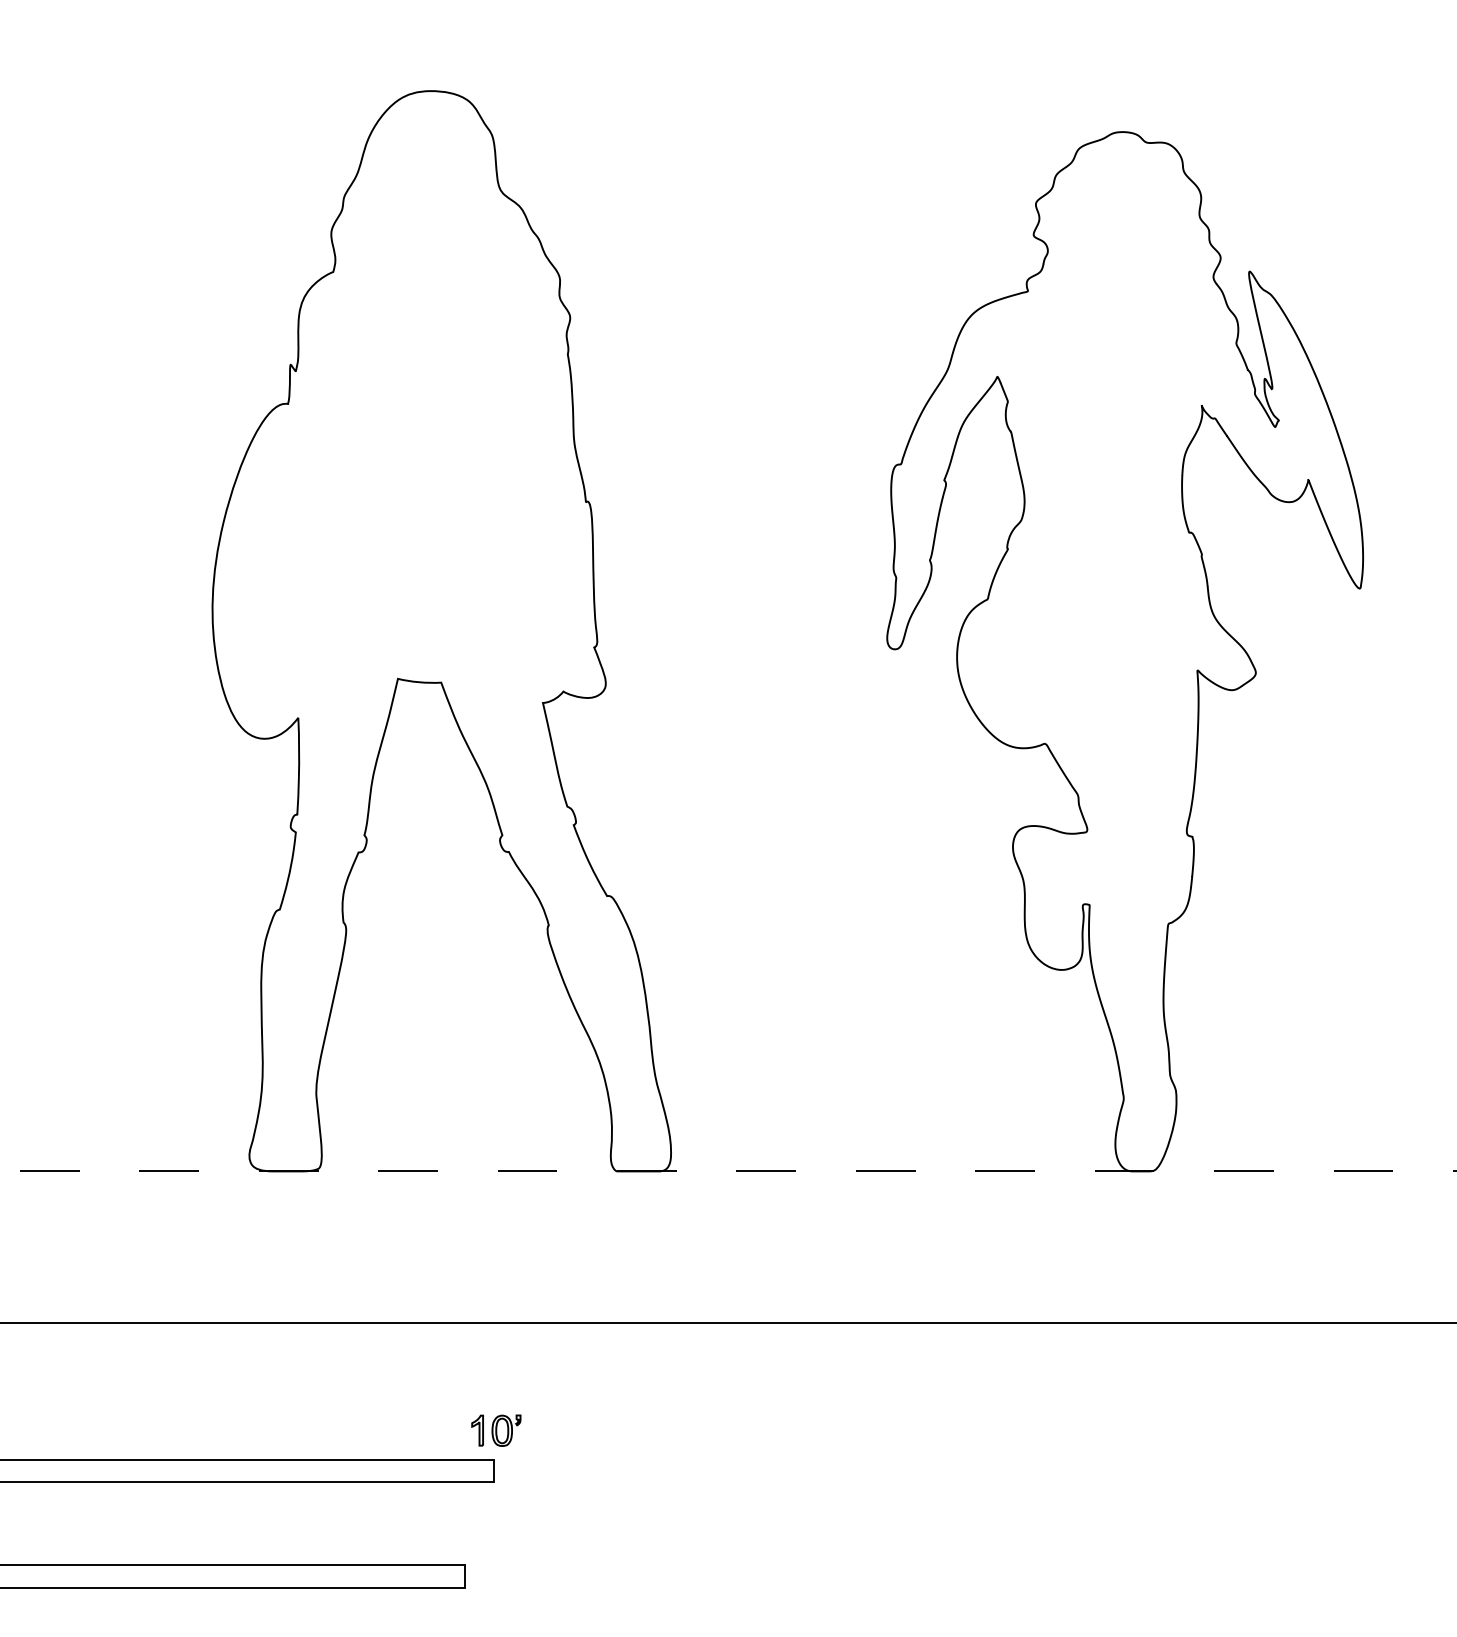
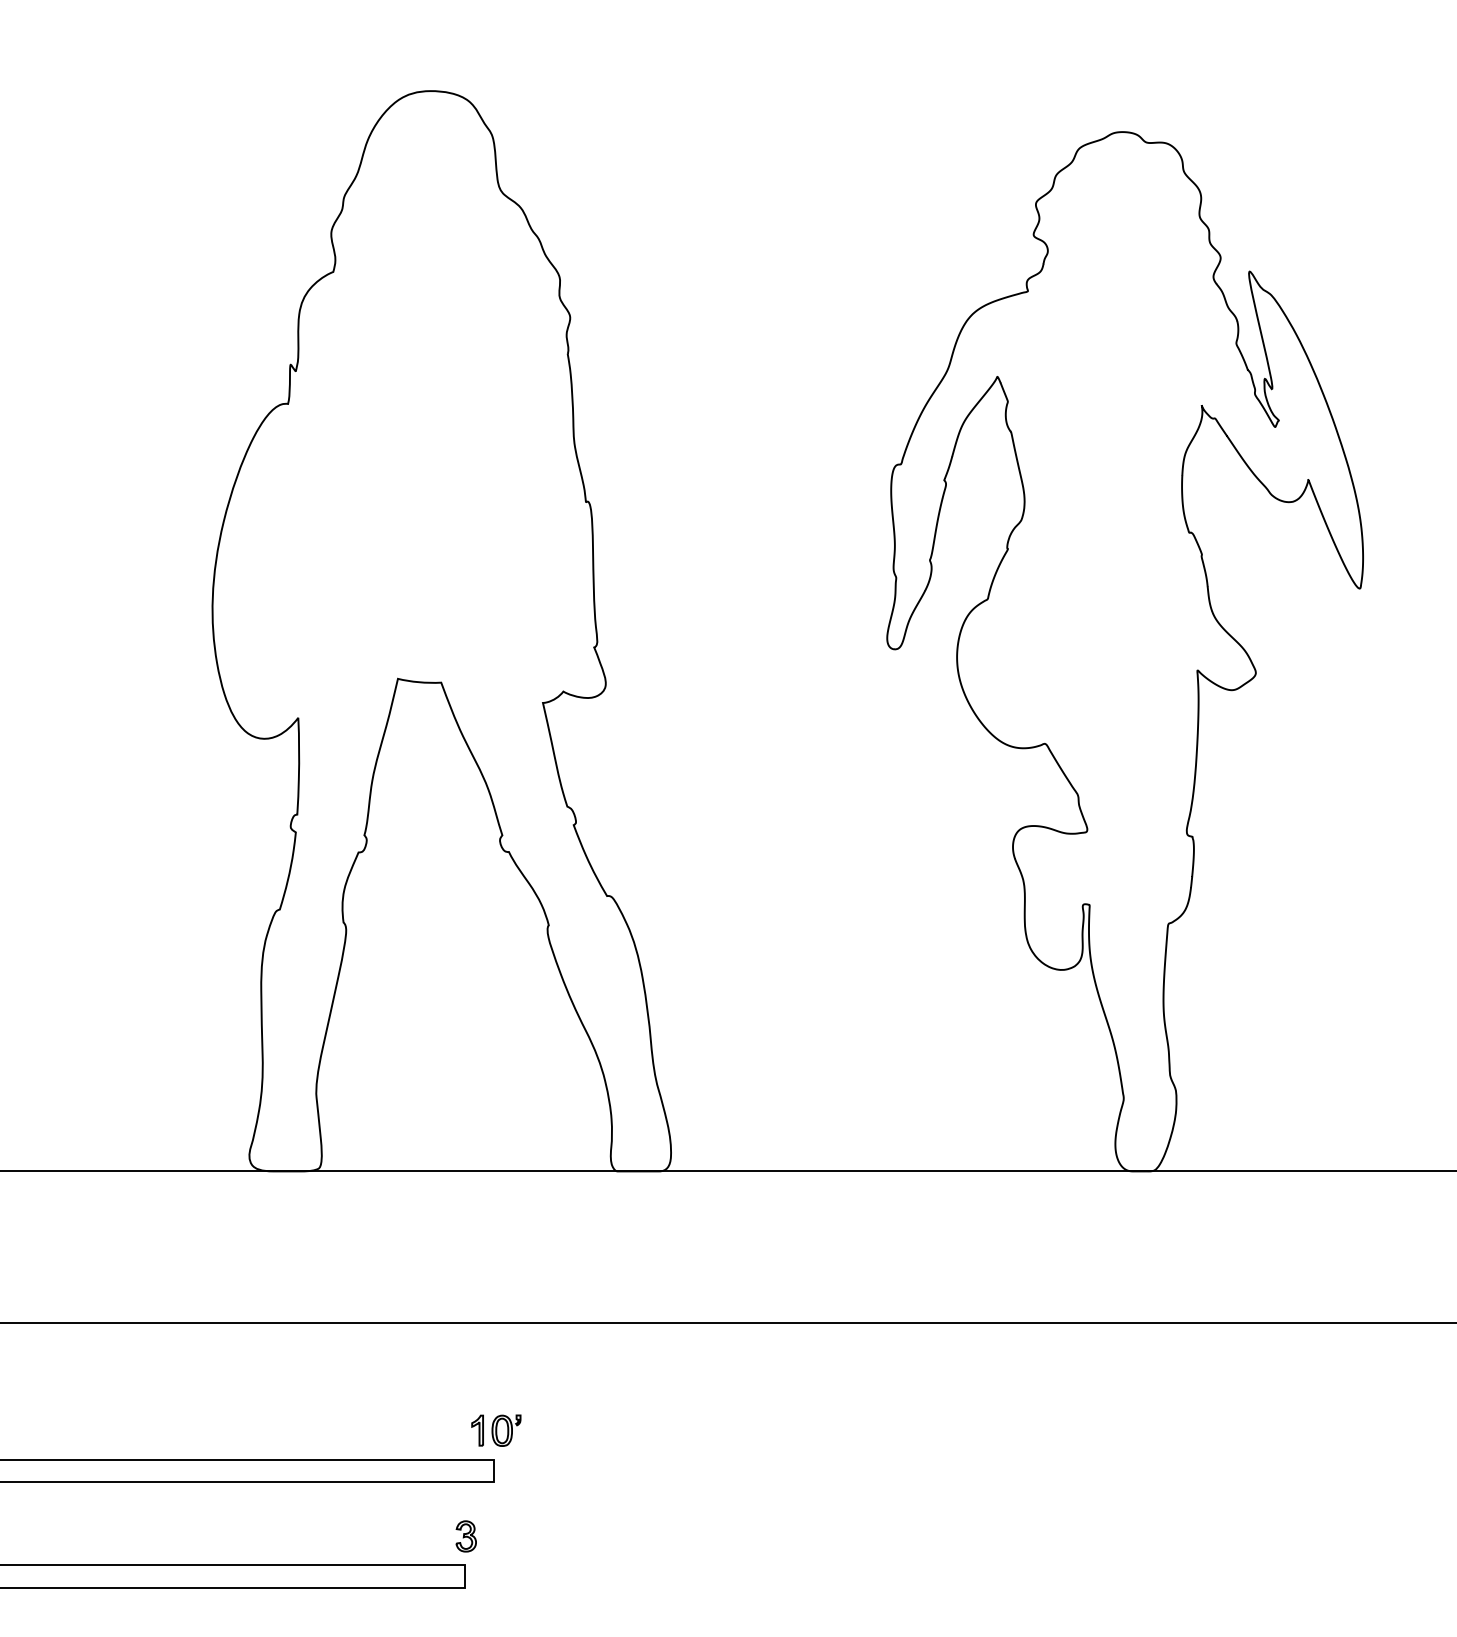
line at (728, 1171): dashed -> solid
part at (465, 1536): none -> present
